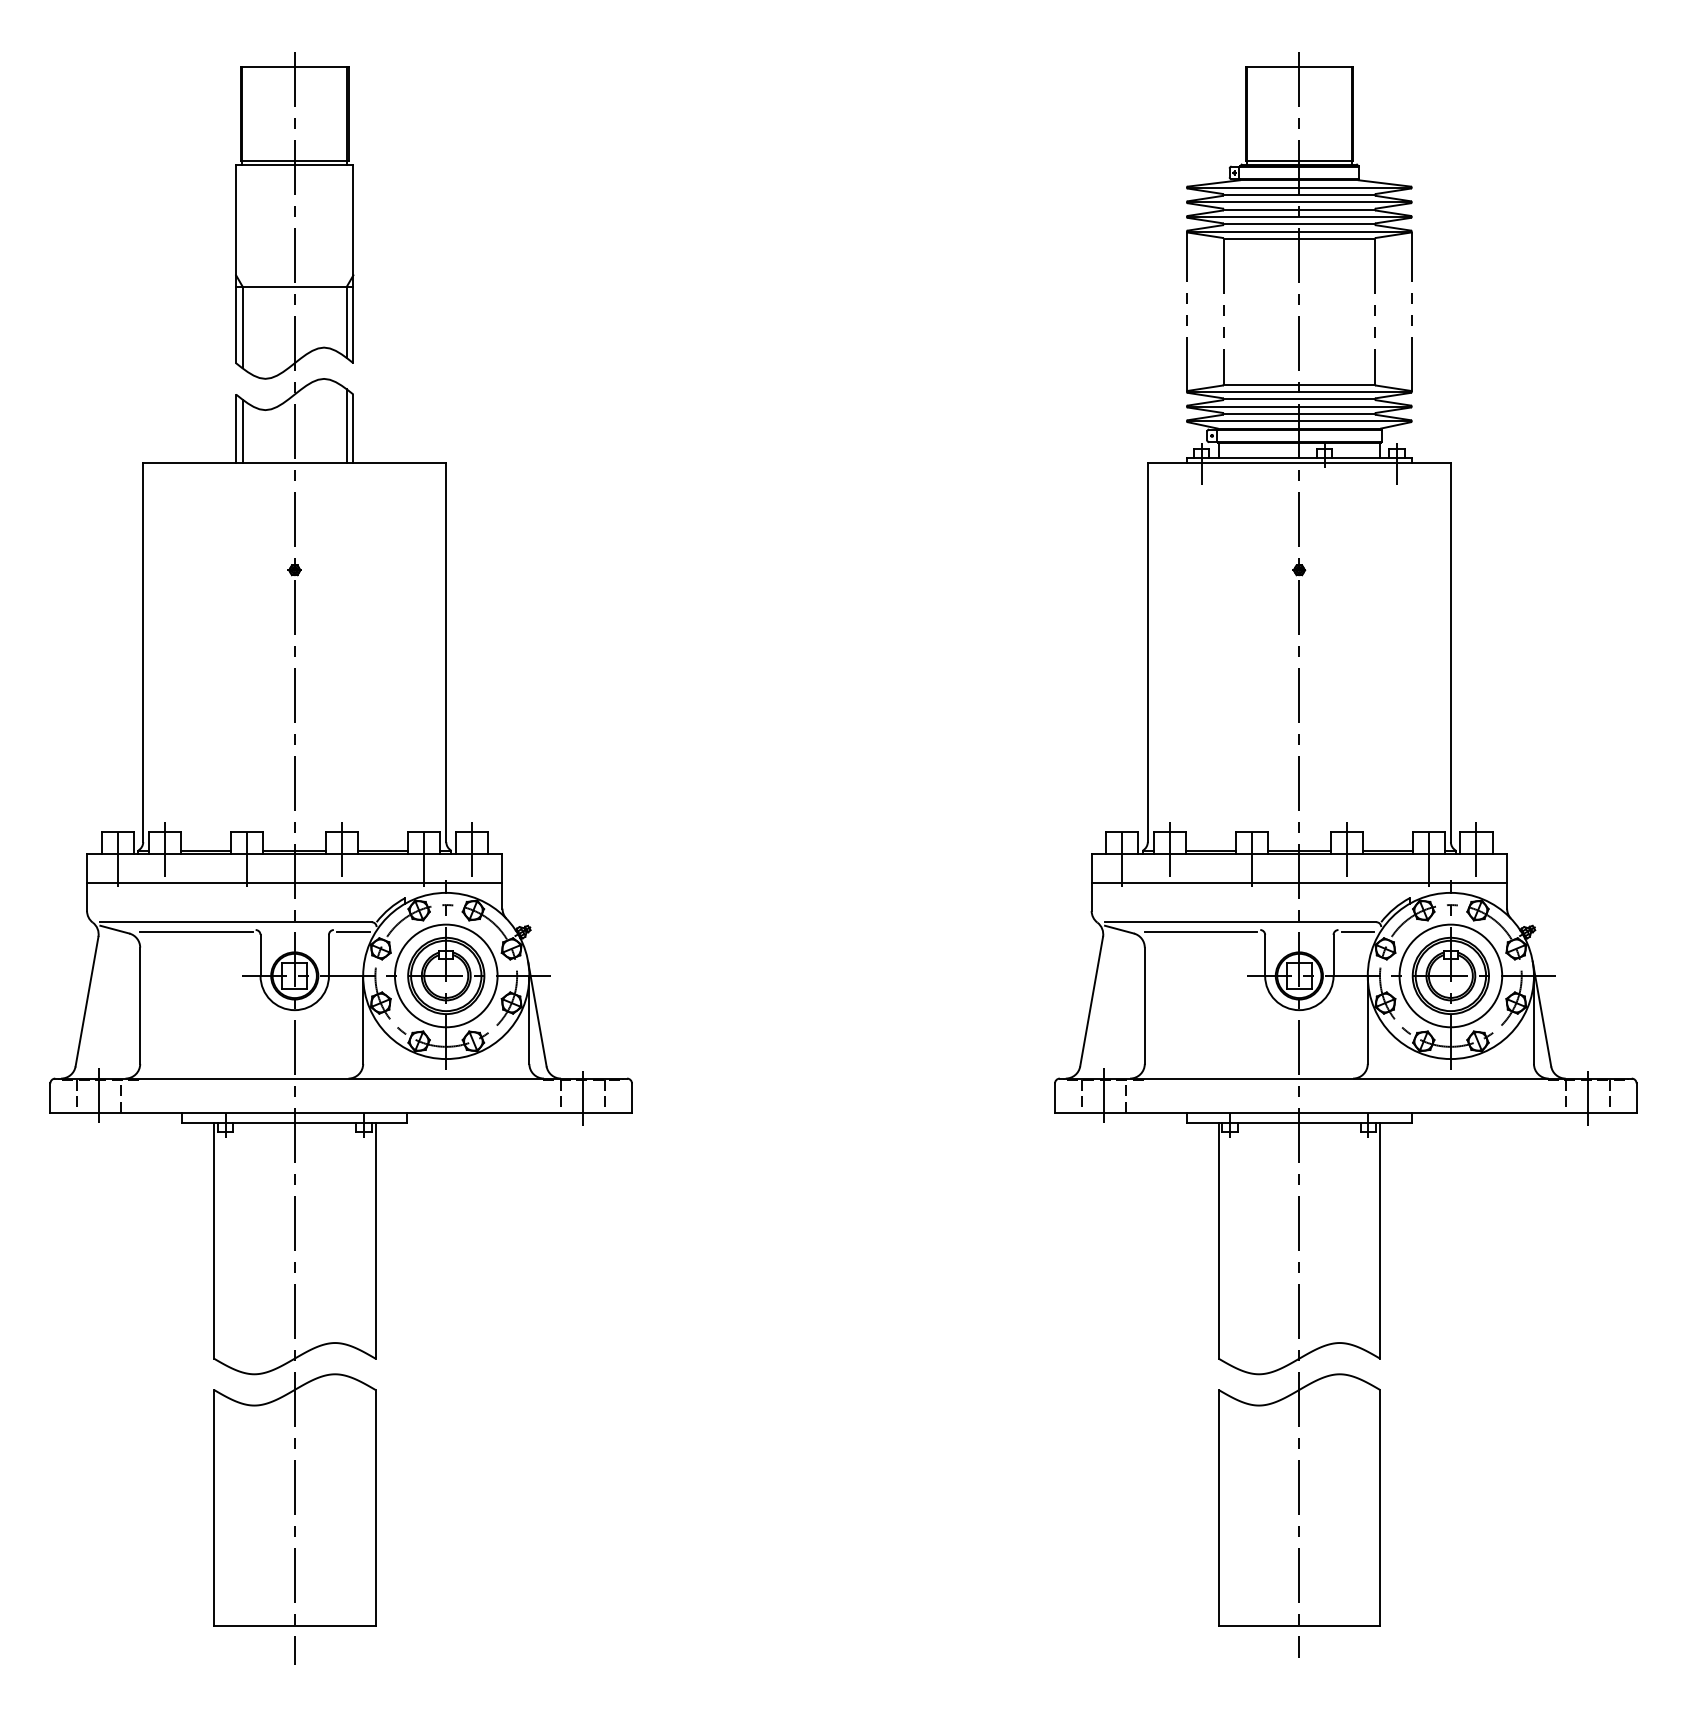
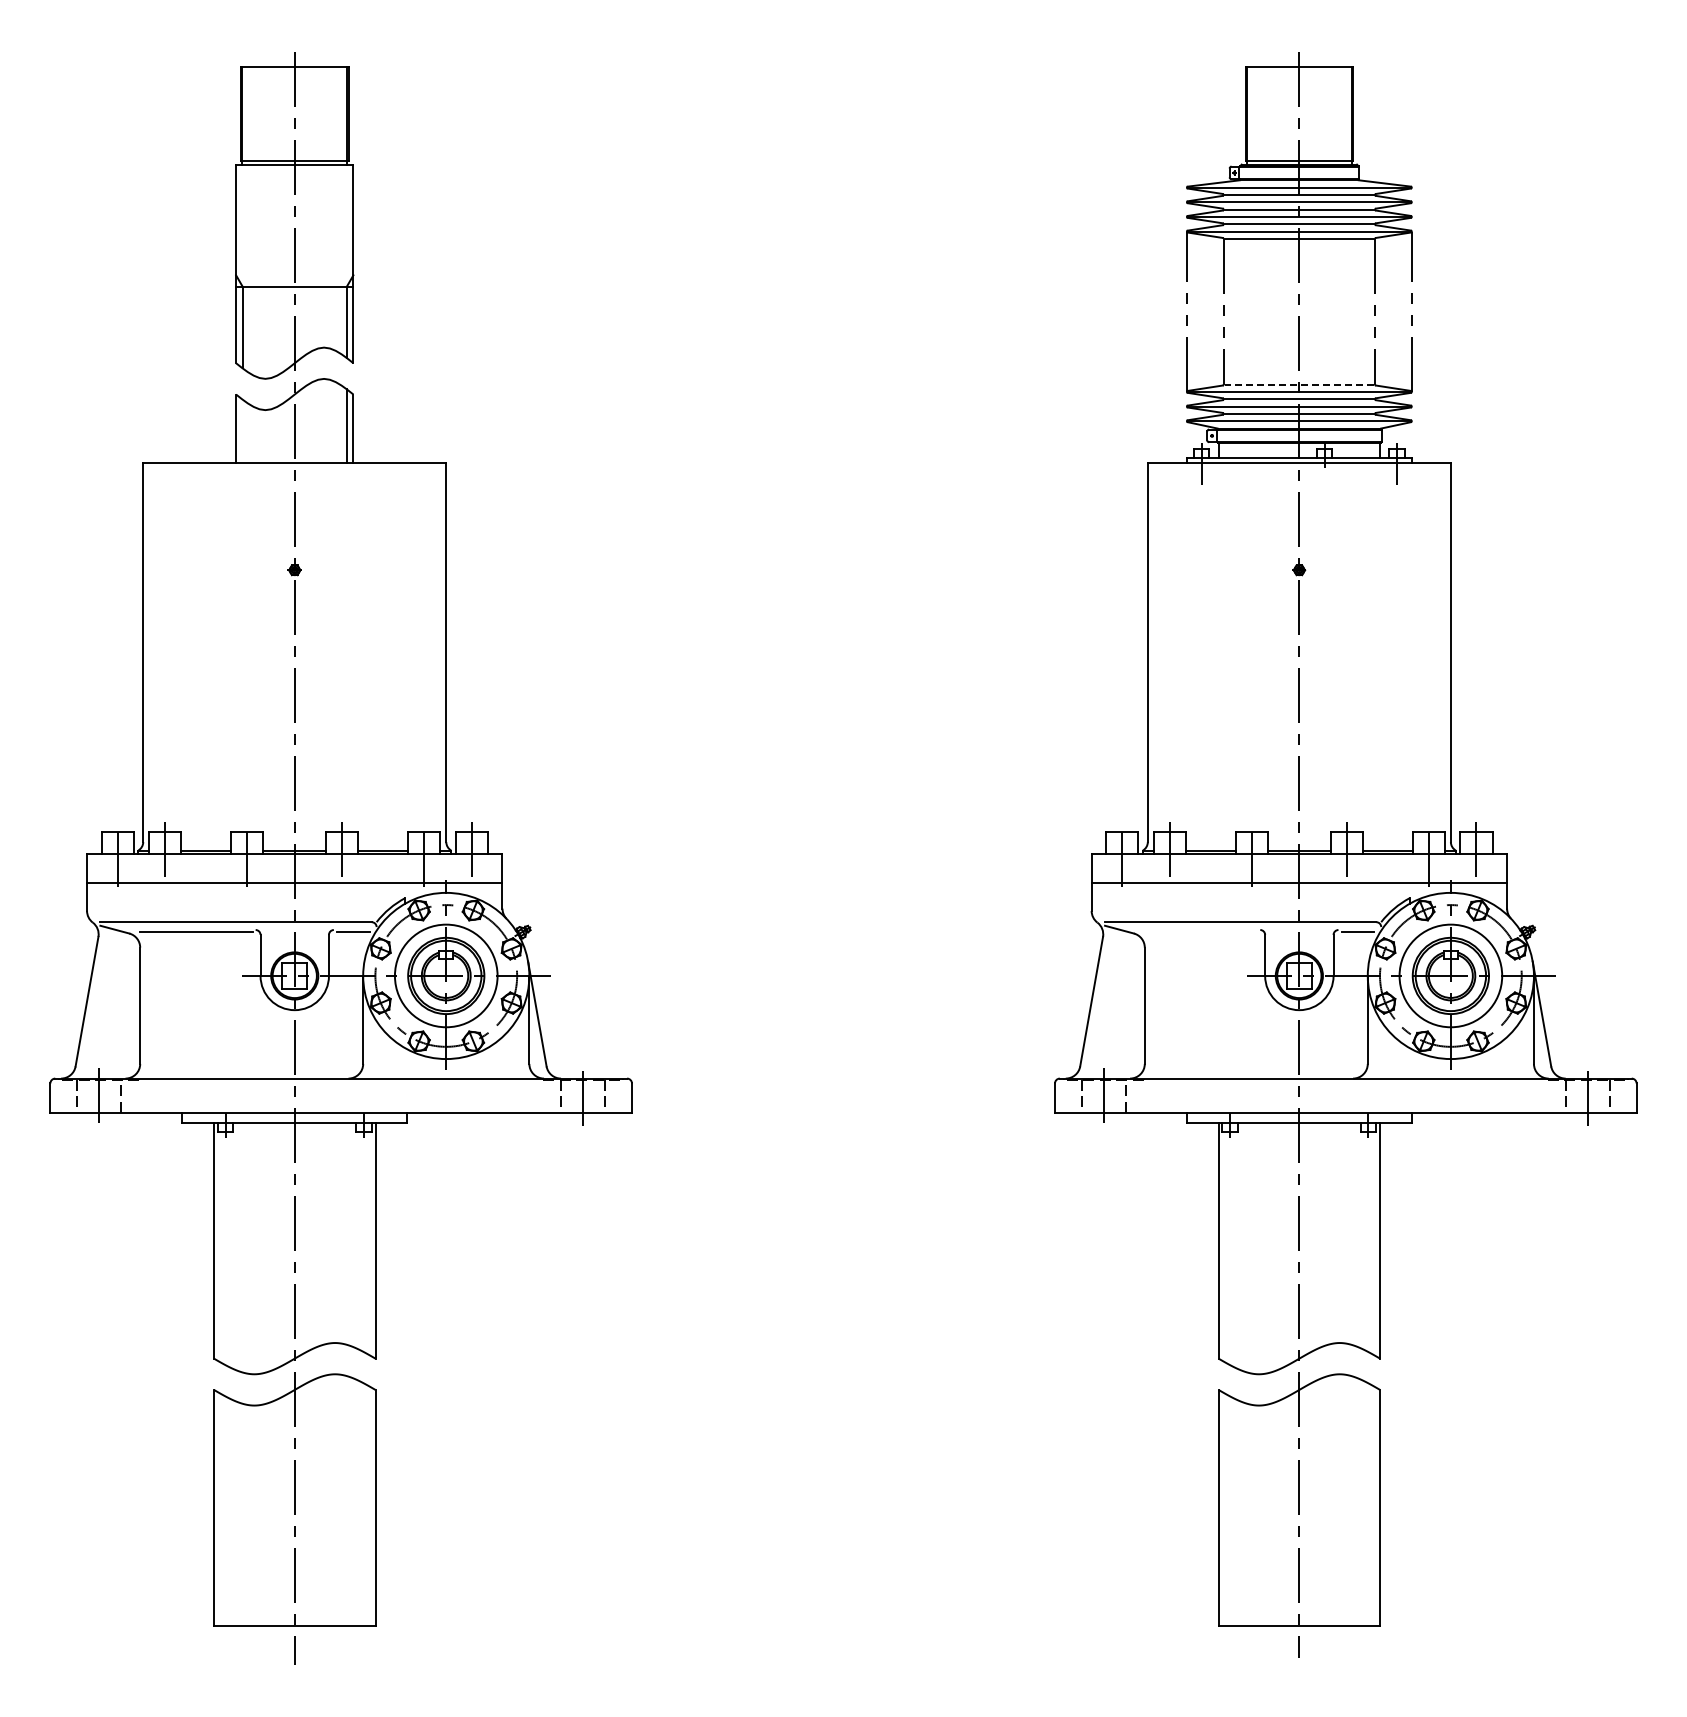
line at (1299, 384): solid -> dashed
line at (242, 430): present -> none
line at (1200, 932): present -> none
